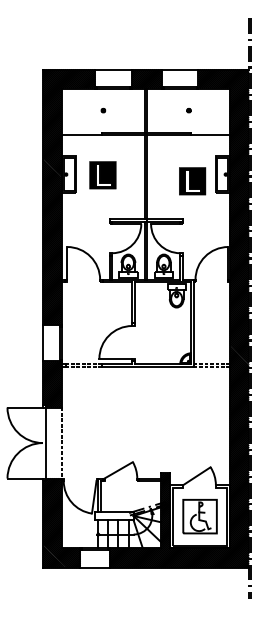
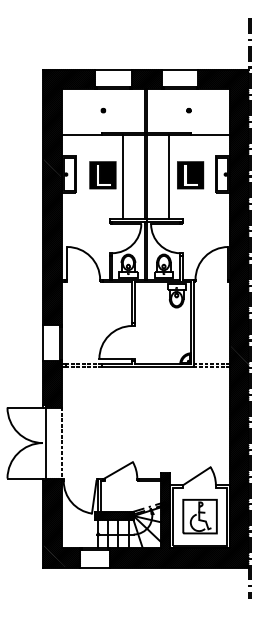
line at (123, 177): none -> present
line at (169, 177): none -> present
part at (192, 181) position: (192, 181) -> (190, 175)
hatch at (113, 515): none -> present
